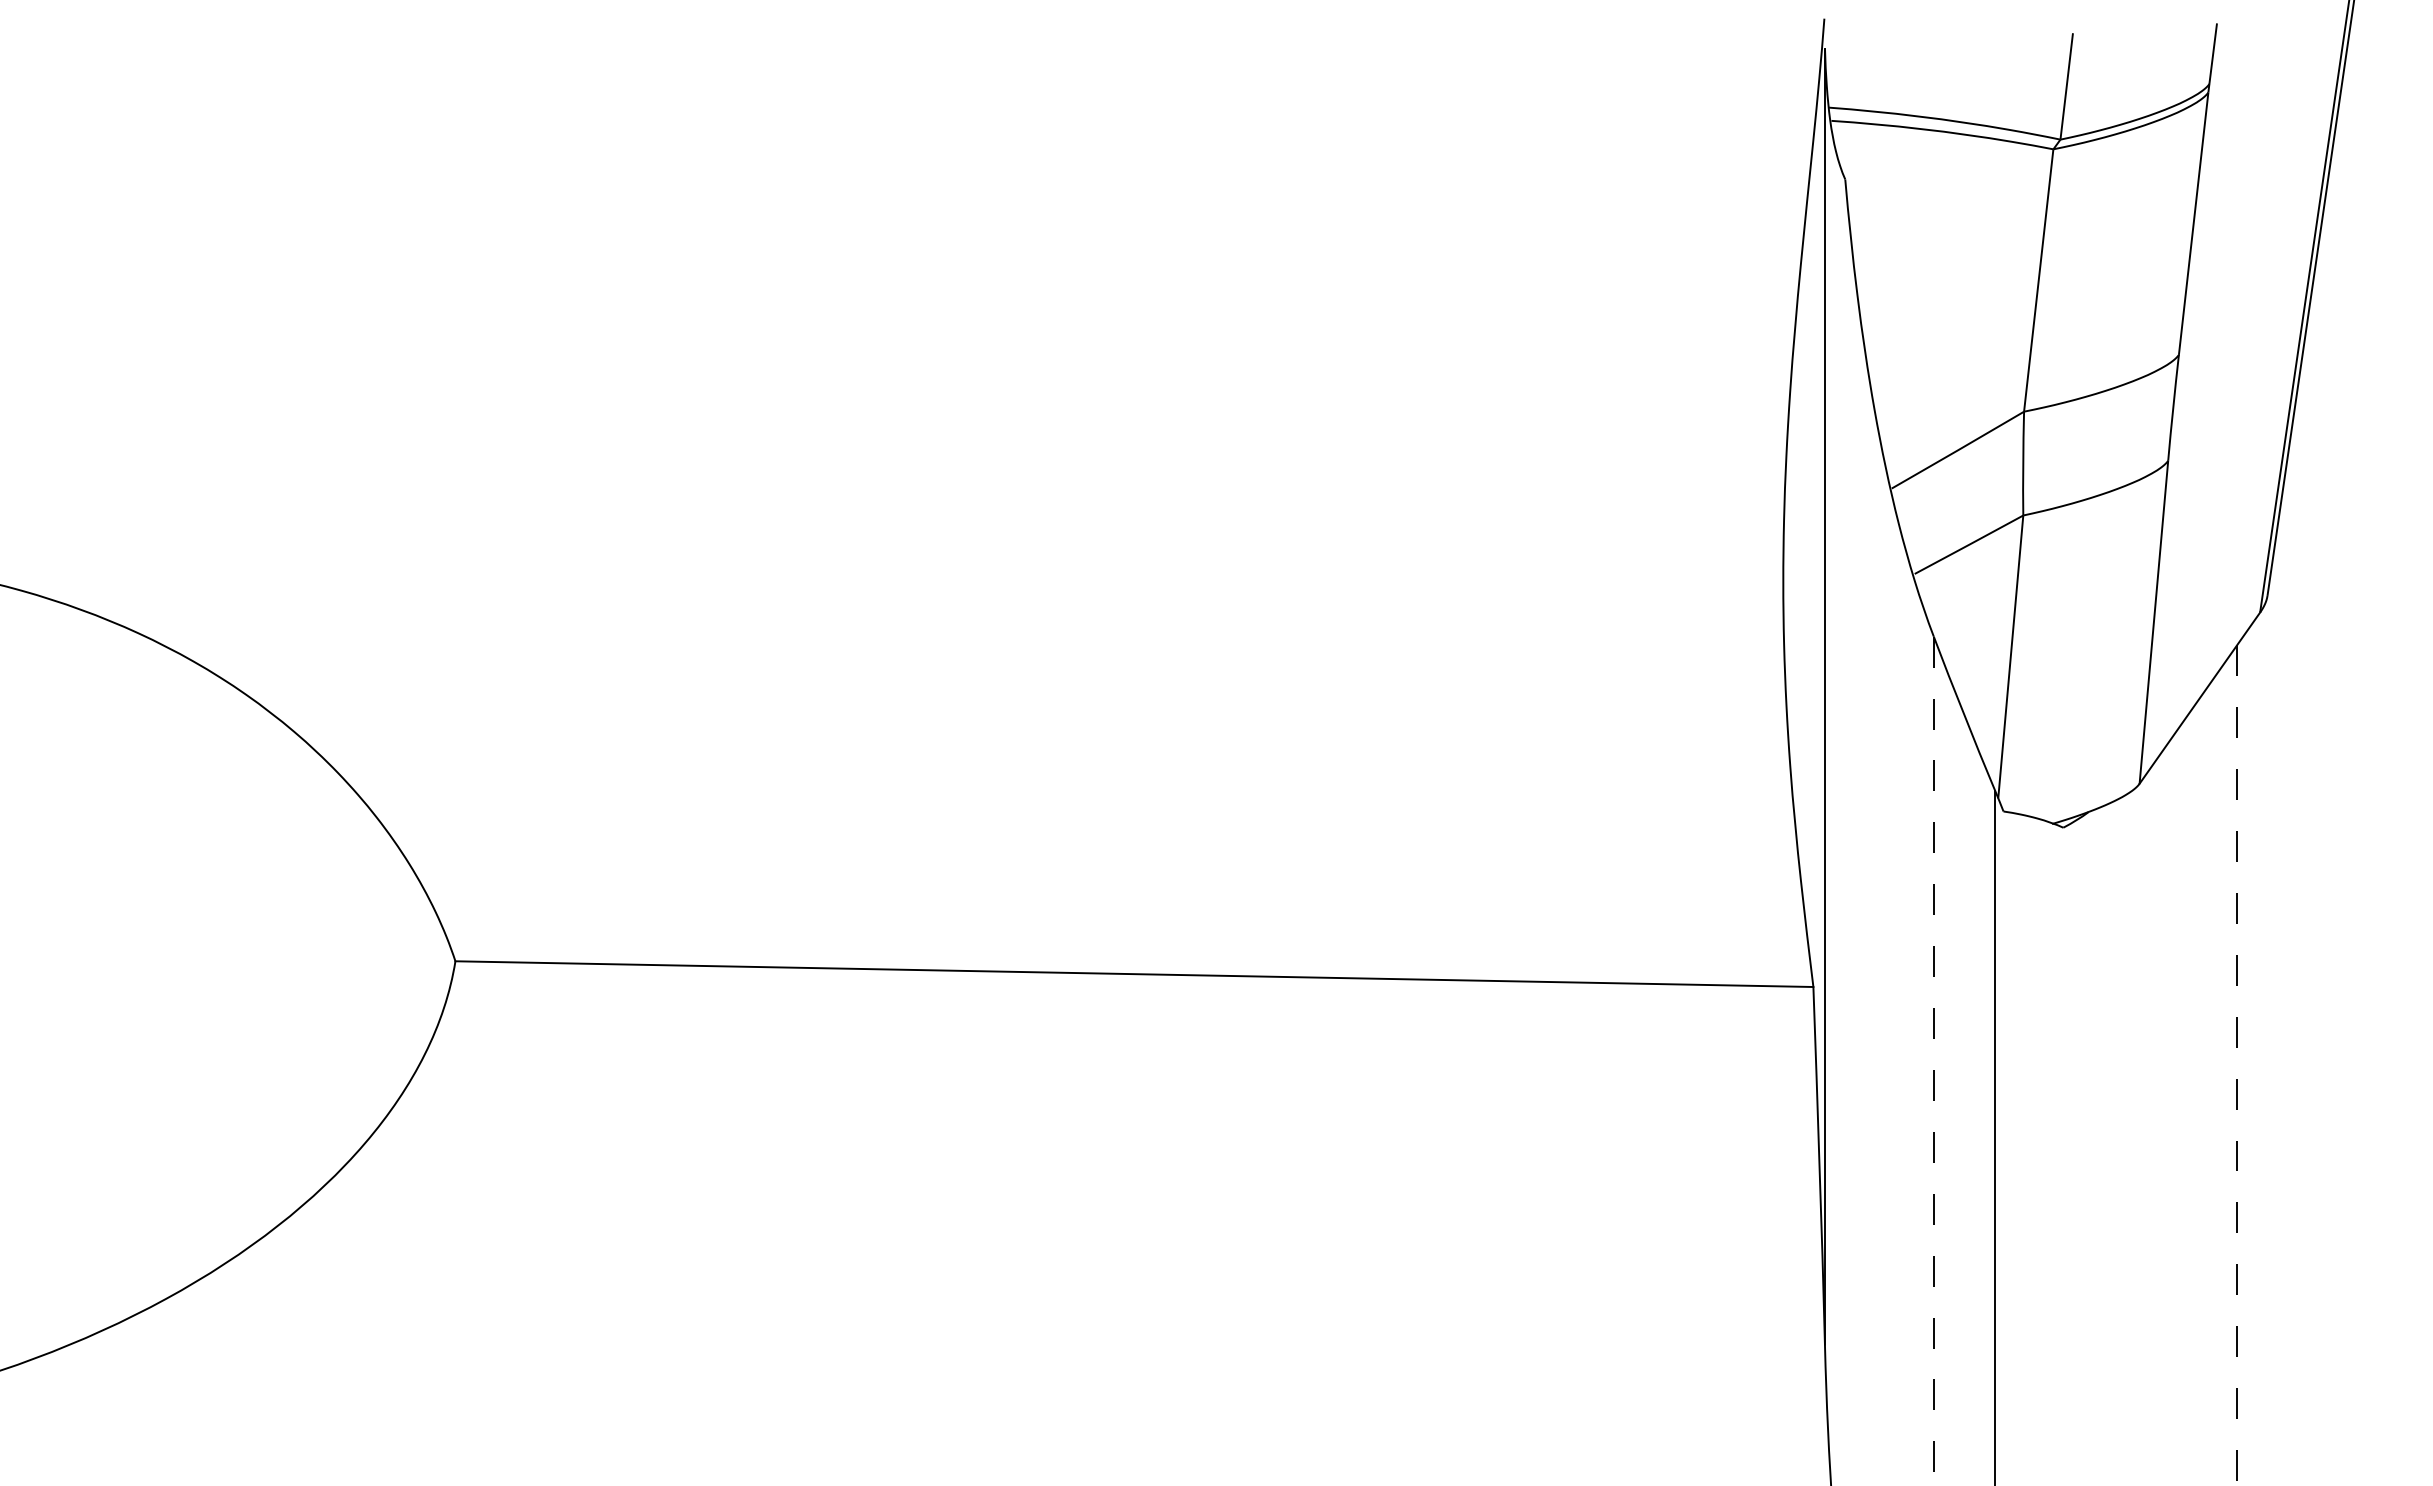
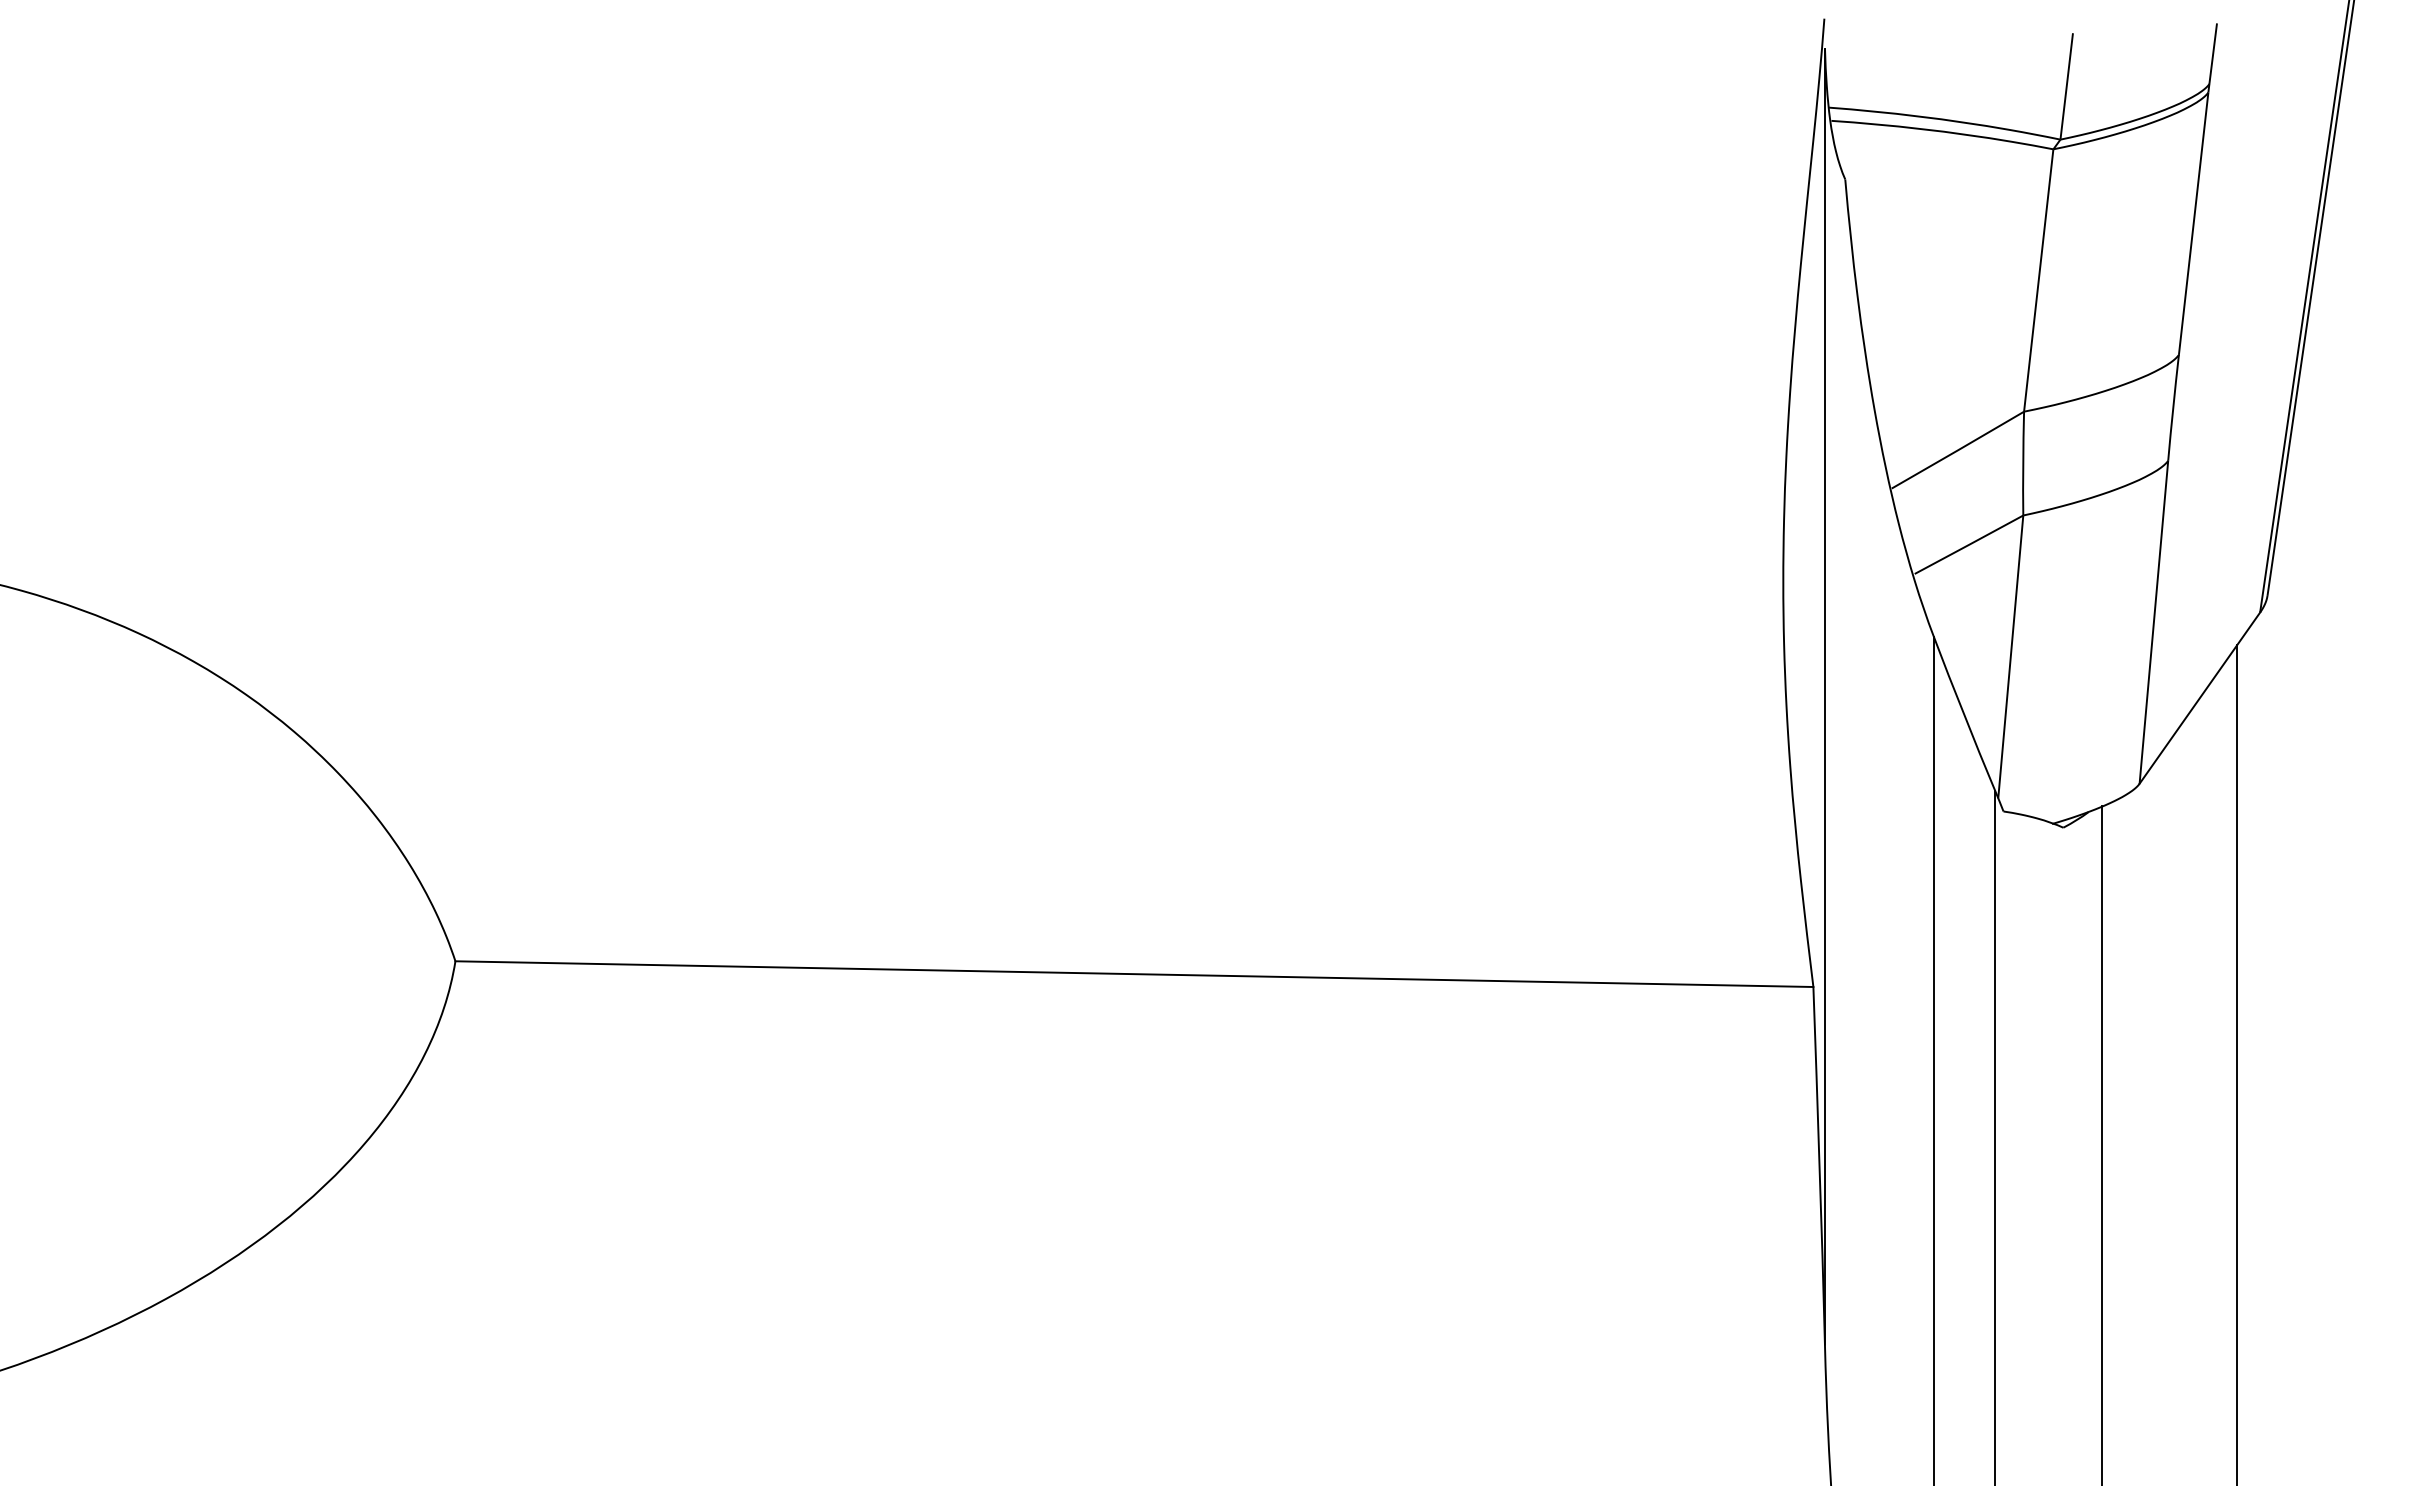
line at (1933, 1061): dashed -> solid
line at (2237, 1065): dashed -> solid
line at (2102, 1144): none -> present
